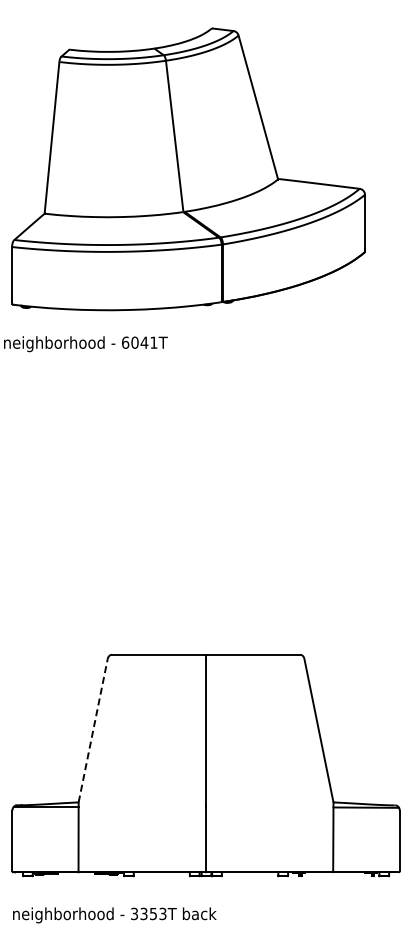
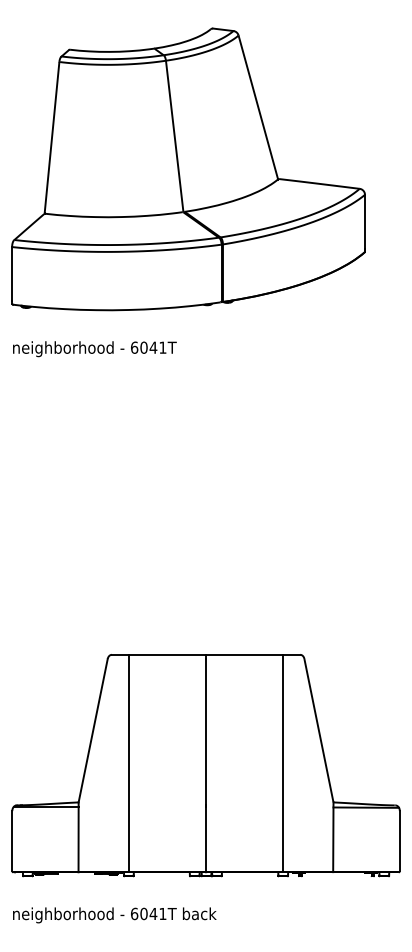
text at (85, 344) position: (85, 344) -> (94, 349)
line at (93, 730): dashed -> solid
line at (128, 763): none -> present
line at (283, 763): none -> present
text at (148, 913): 3353T -> 6041T
